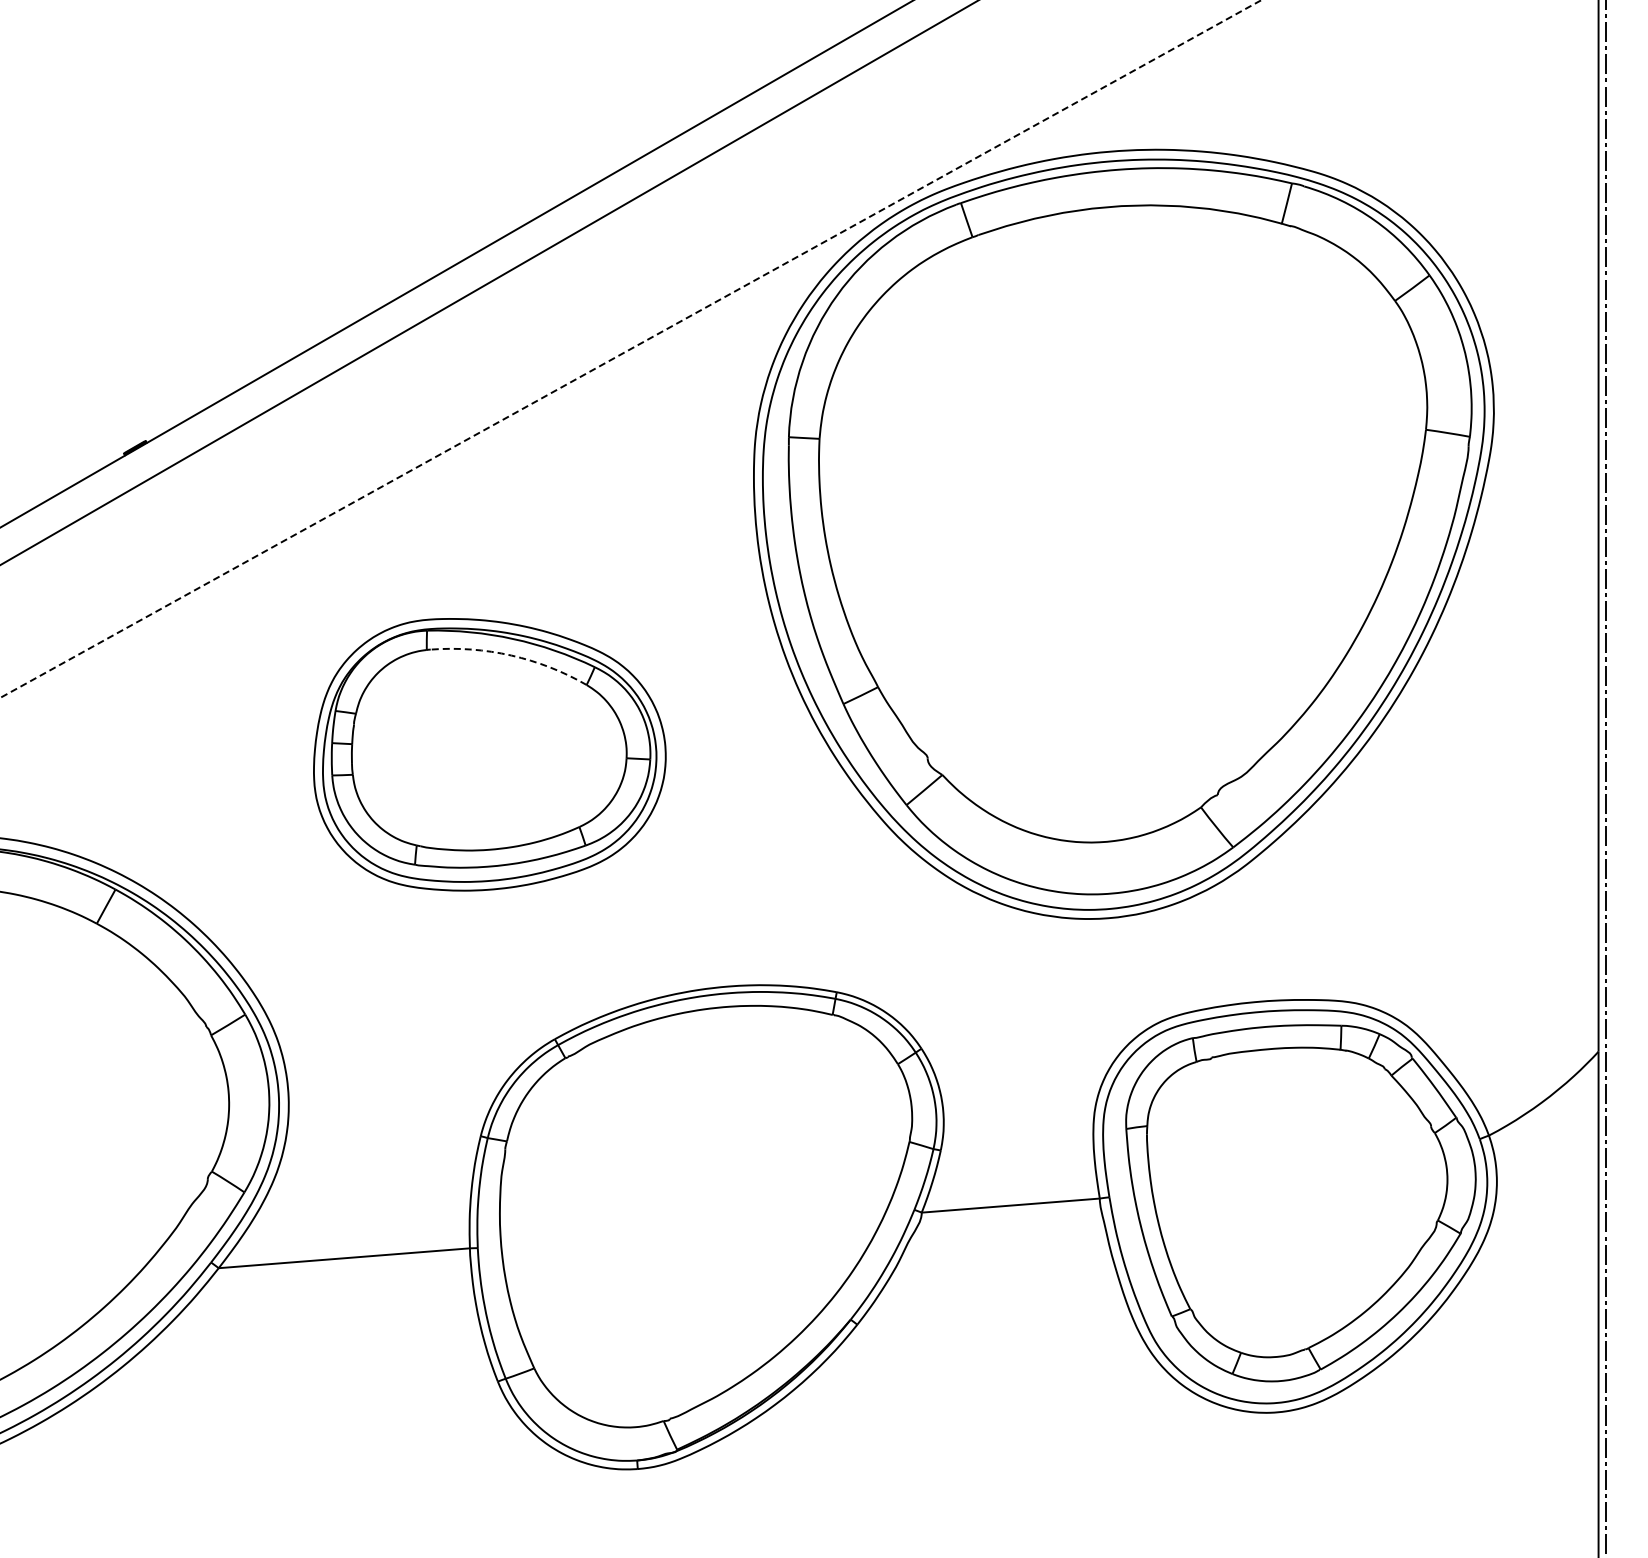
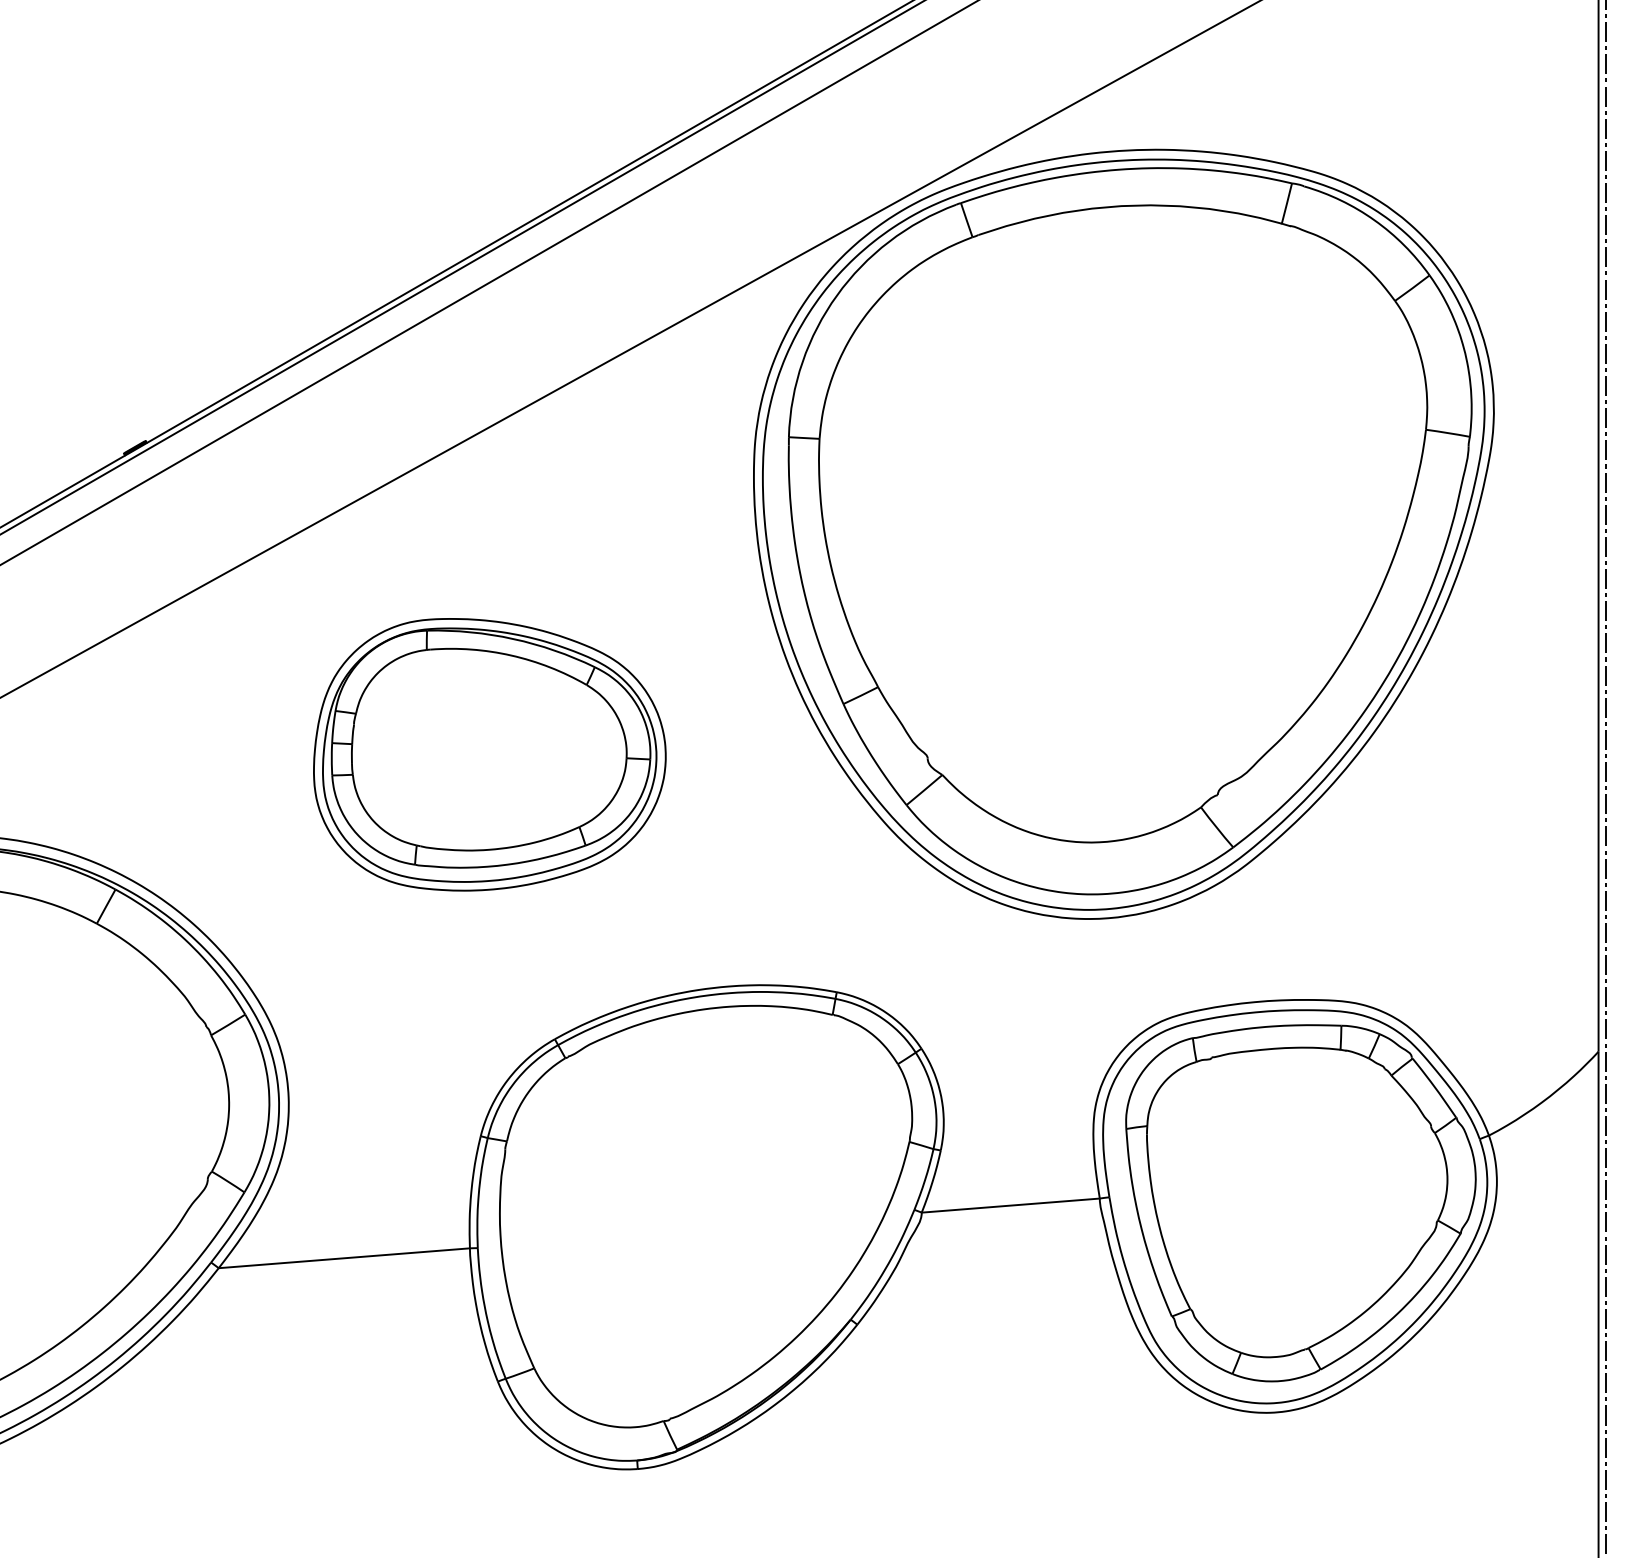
line at (462, 267): none -> present
line at (630, 349): dashed -> solid
arc at (511, 655): dashed -> solid
